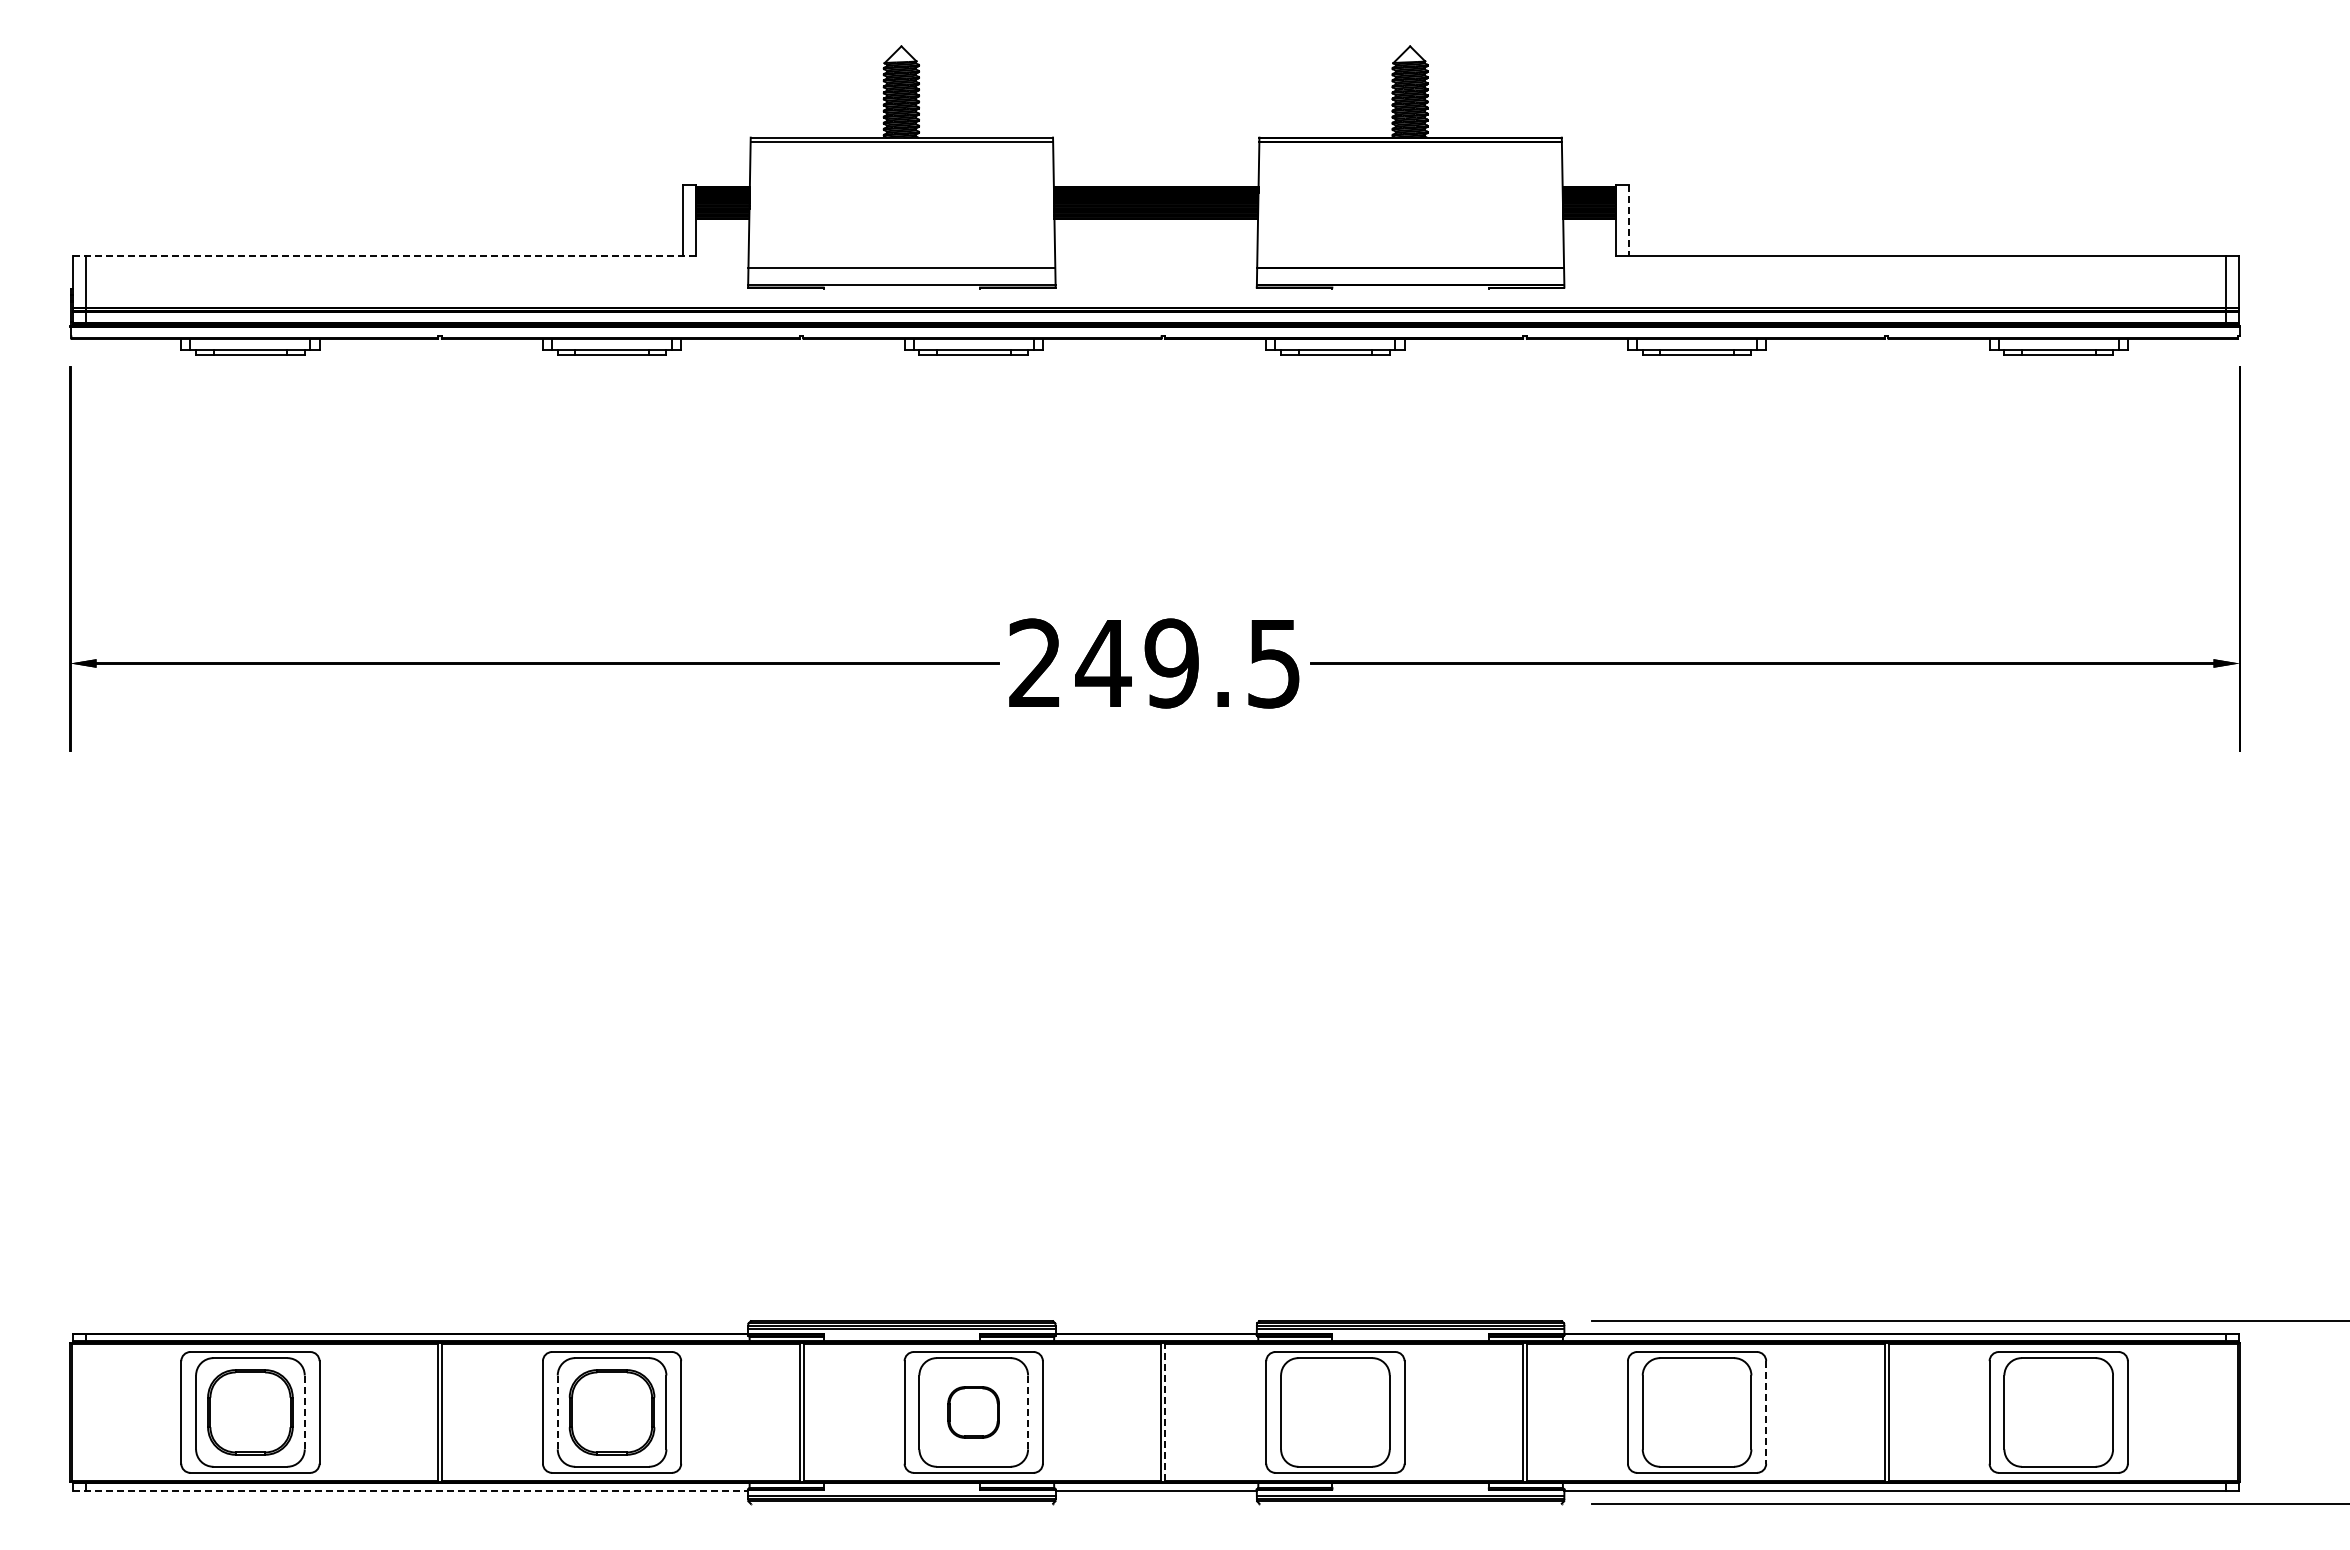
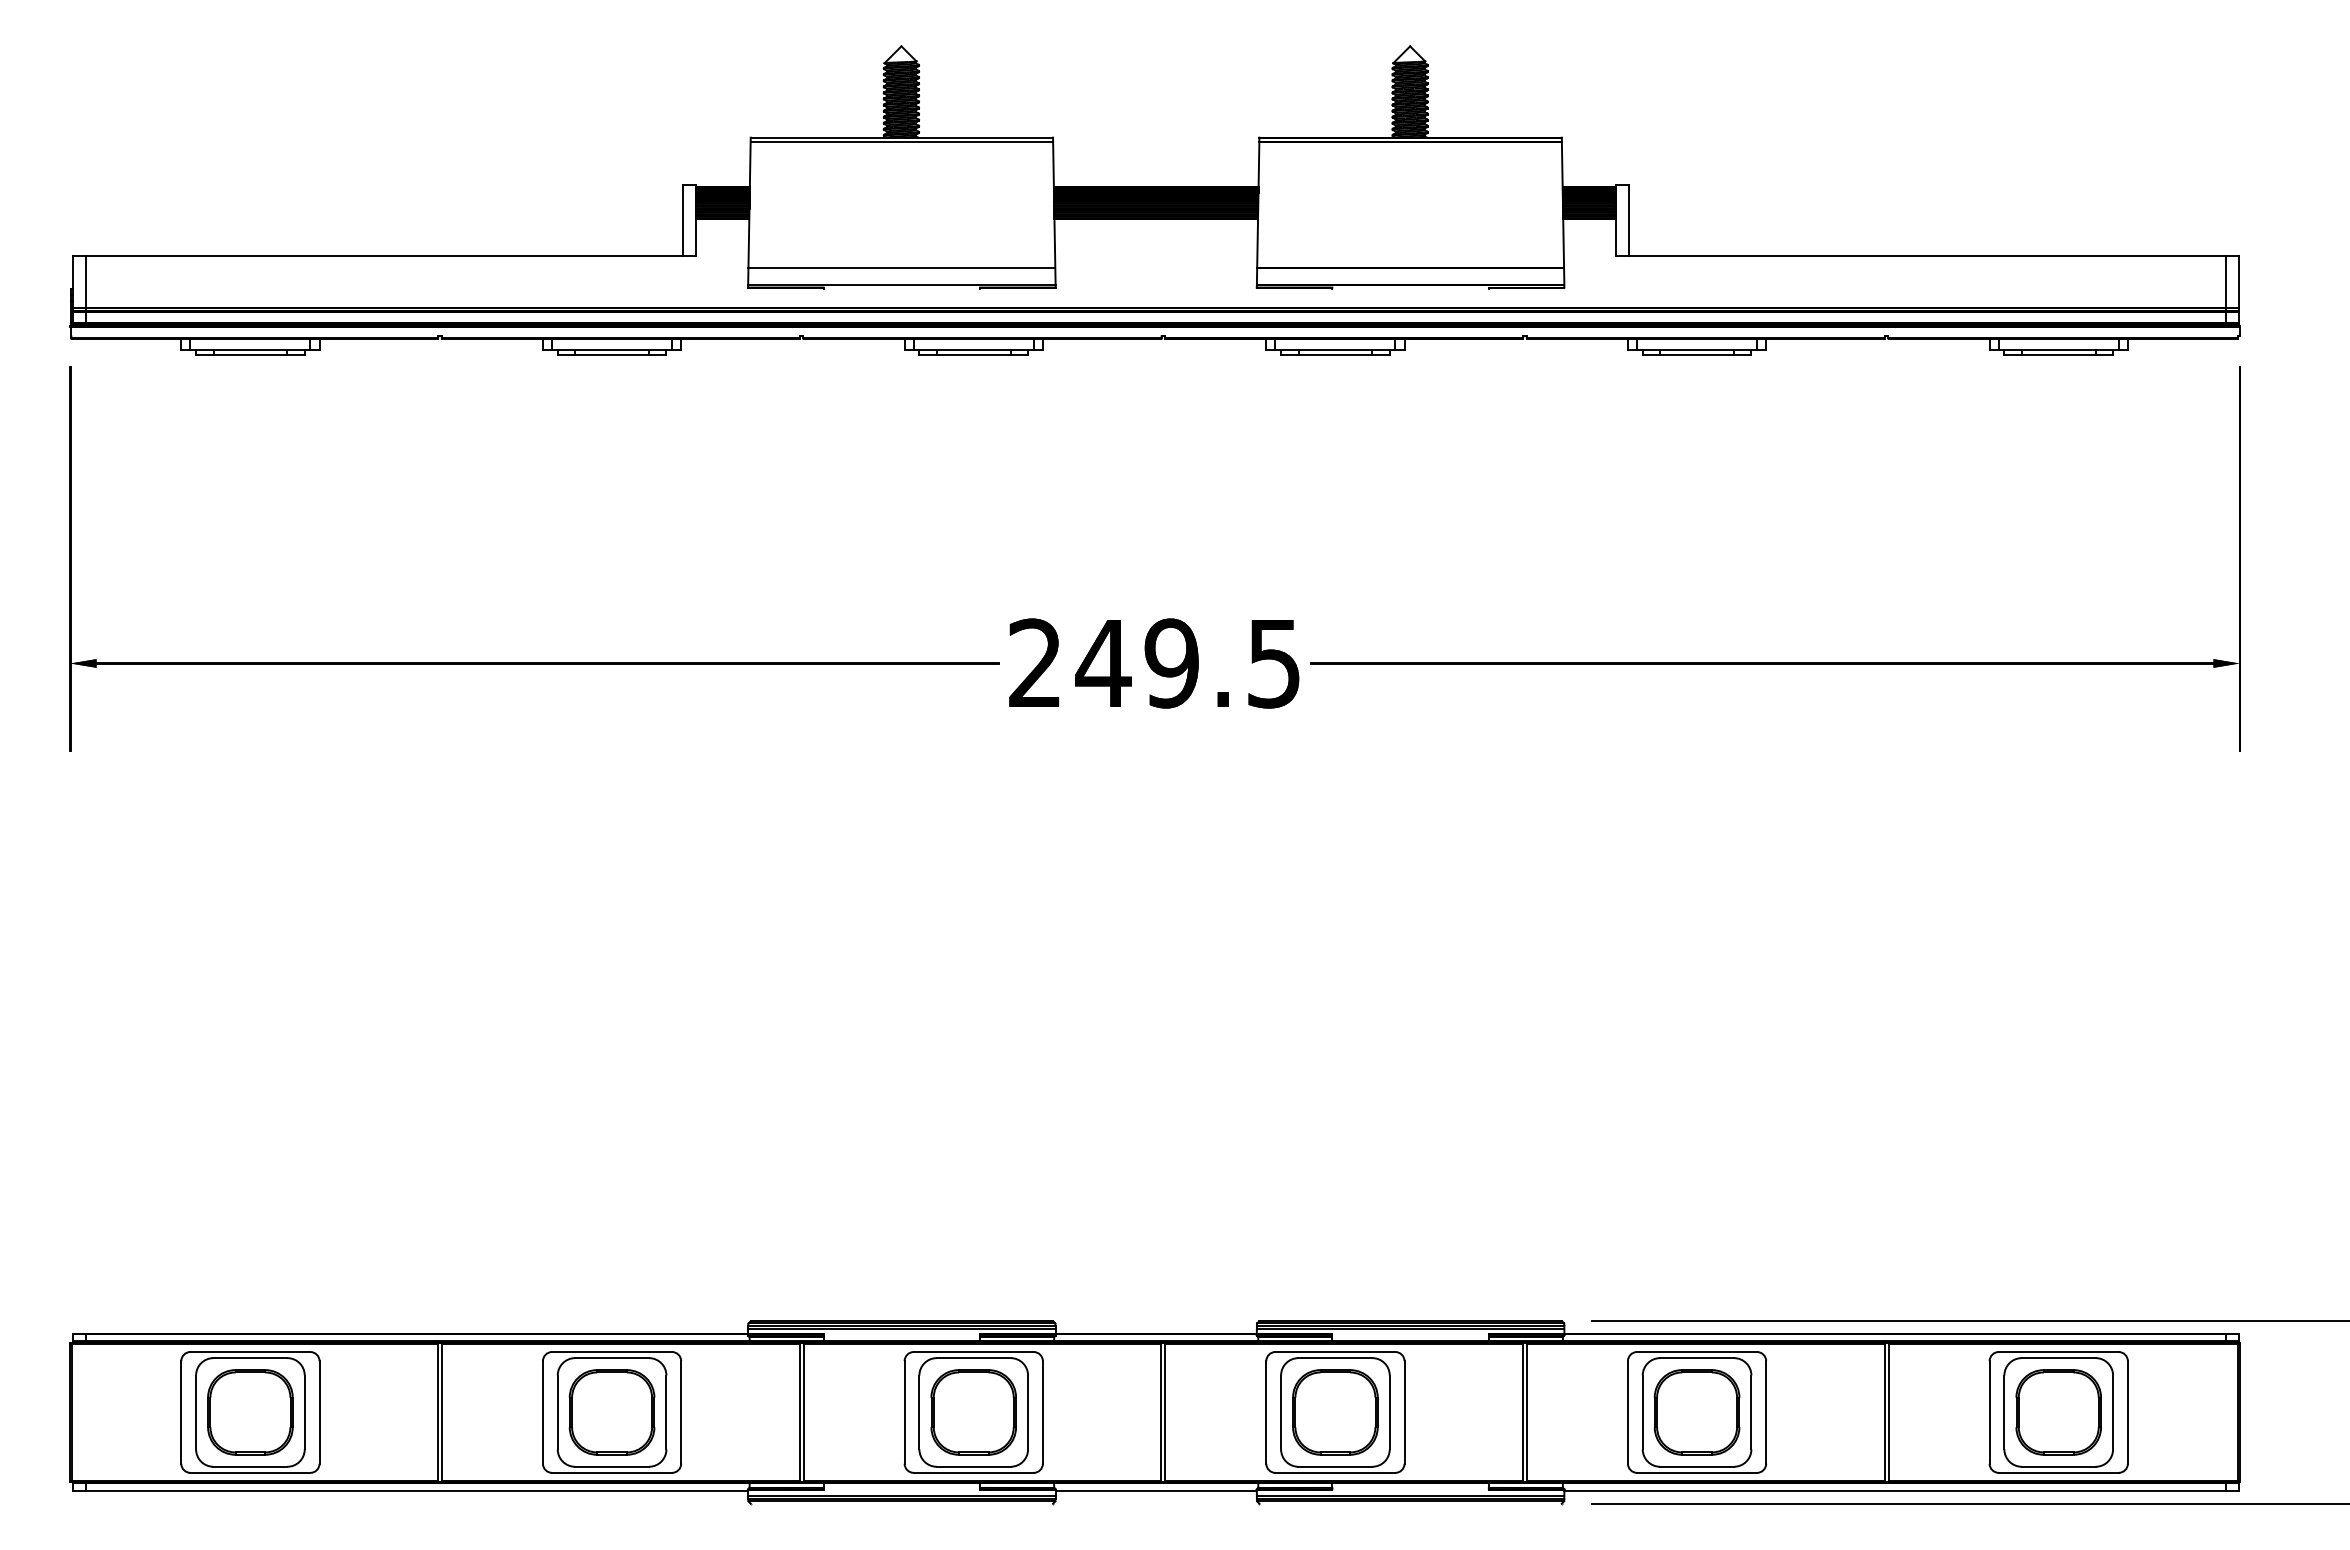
line at (1629, 221): dashed -> solid
line at (384, 255): dashed -> solid
line at (304, 1412): dashed -> solid
line at (557, 1412): dashed -> solid
part at (973, 1412) size: 53x53 px -> 87x87 px
line at (1028, 1412): dashed -> solid
line at (1165, 1412): dashed -> solid
part at (1335, 1412): none -> present
part at (1696, 1412): none -> present
line at (1766, 1412): dashed -> solid
part at (2058, 1412): none -> present
line at (410, 1490): dashed -> solid
